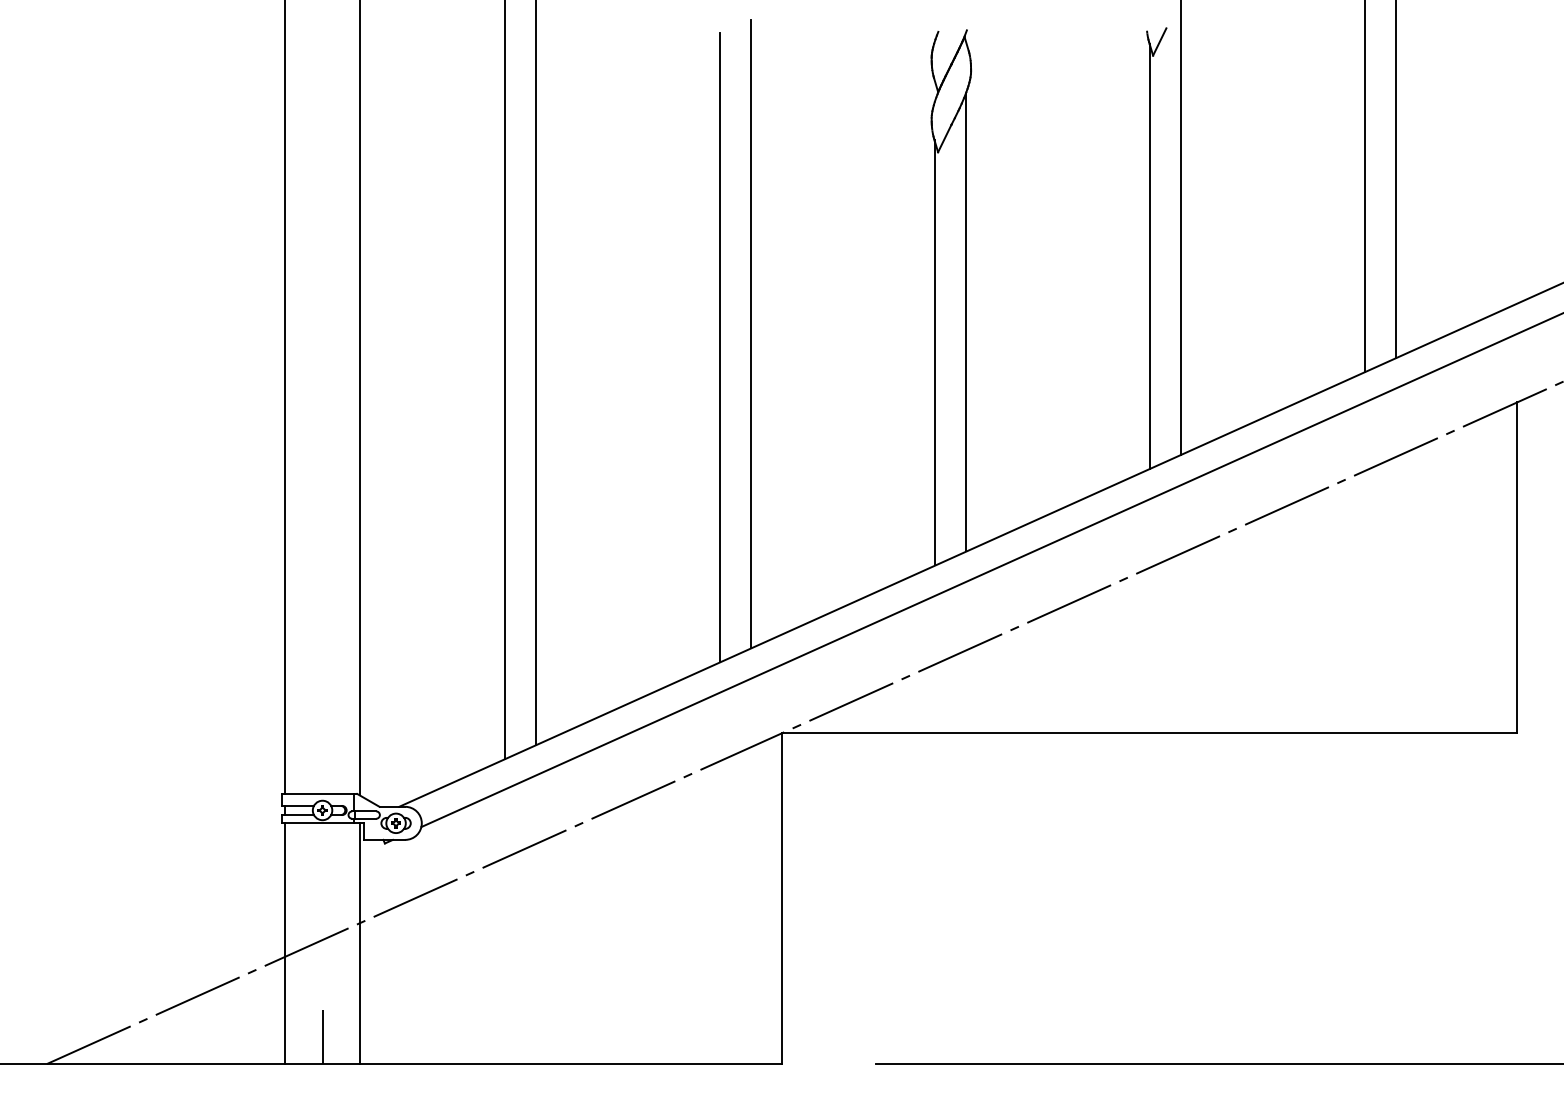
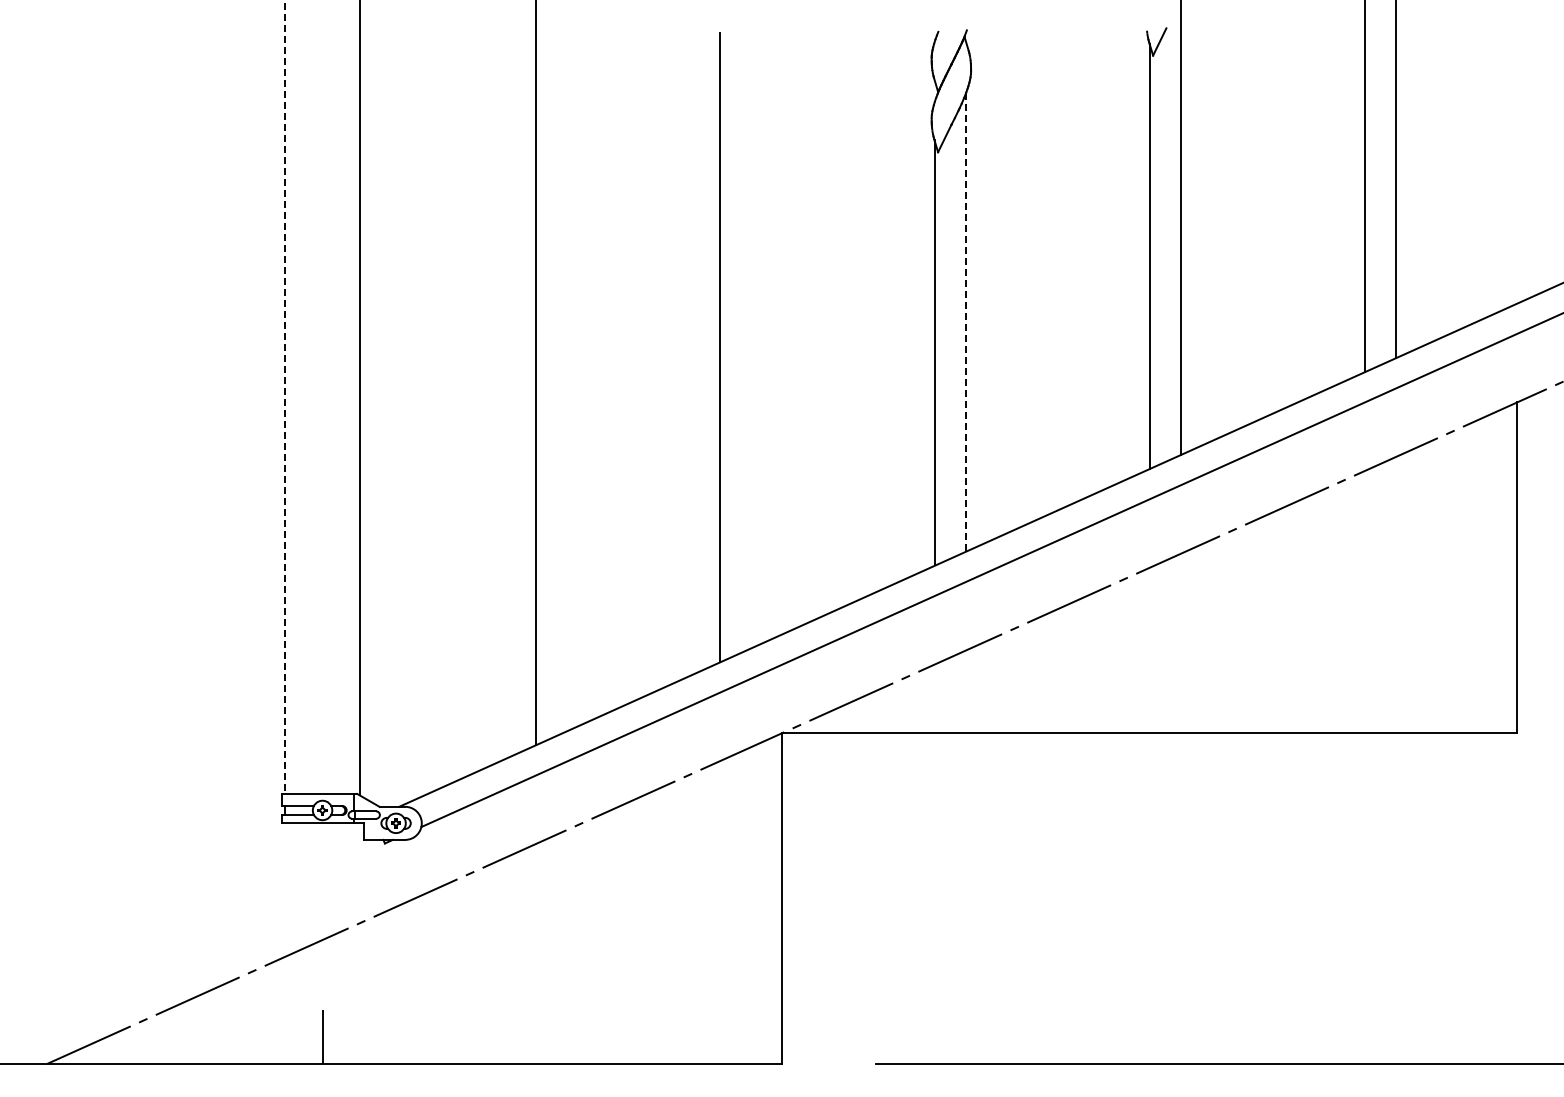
line at (965, 322): solid -> dashed
line at (750, 333): present -> none
line at (504, 380): present -> none
line at (285, 397): solid -> dashed
line at (285, 943): present -> none
line at (359, 943): present -> none
